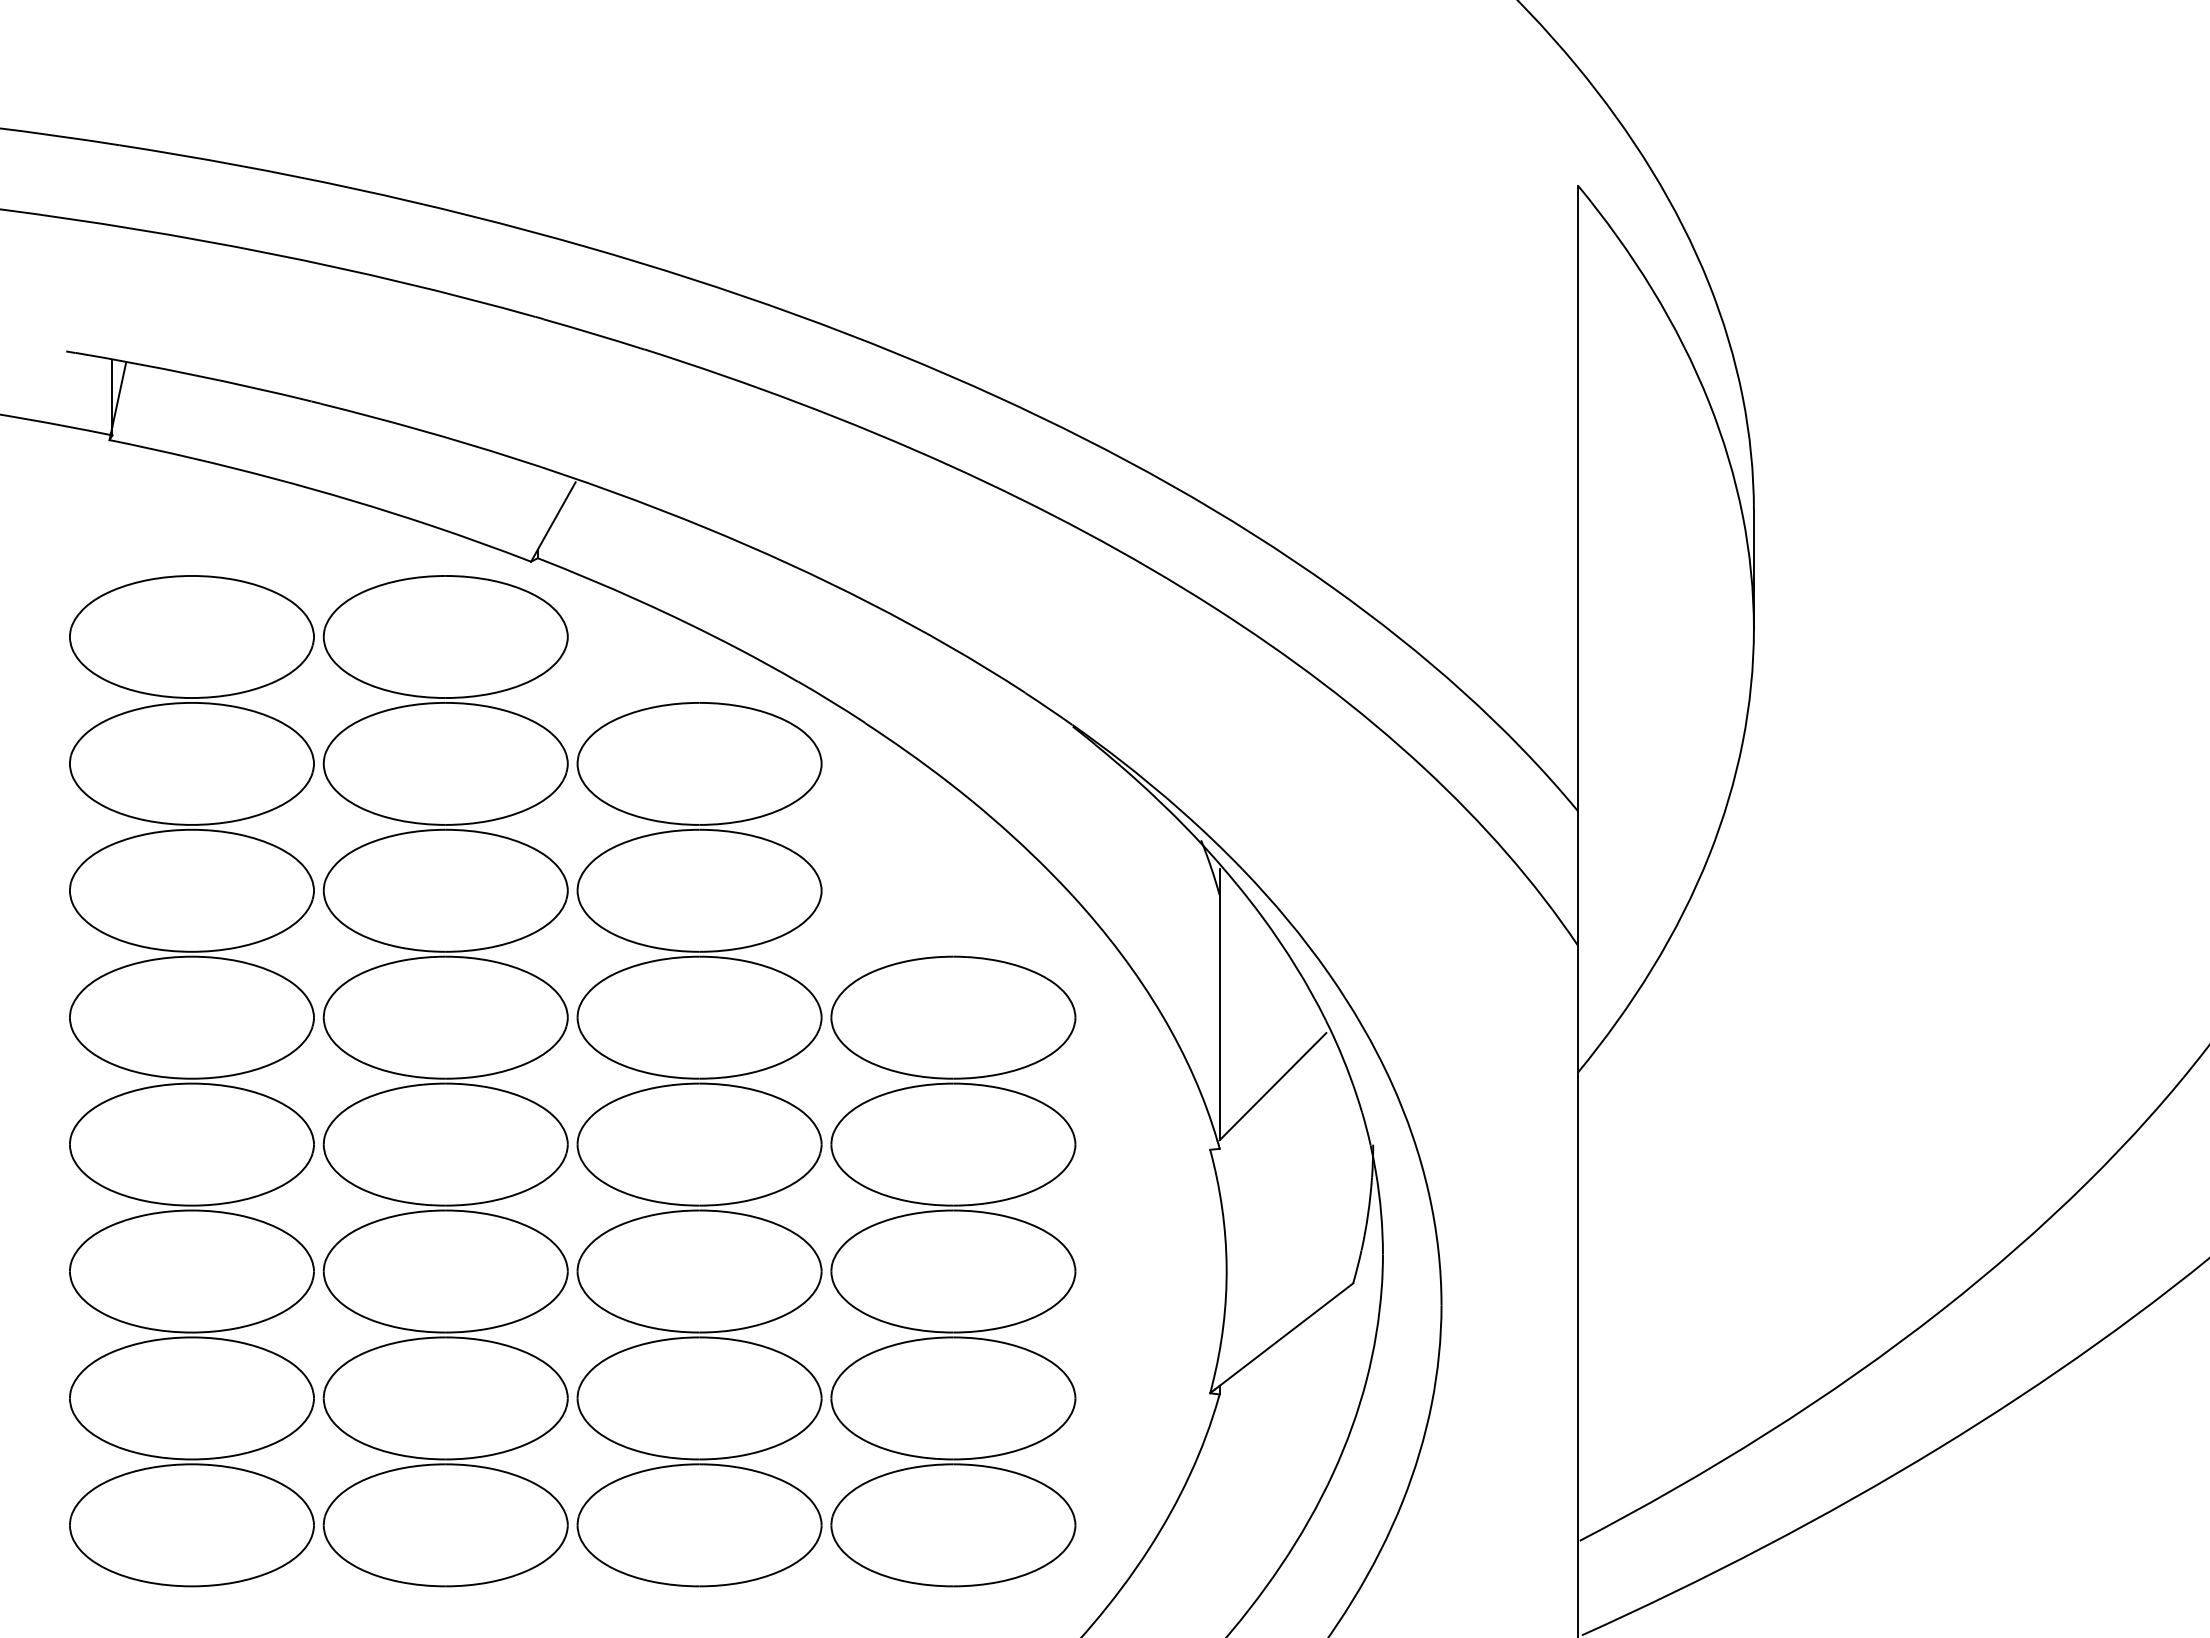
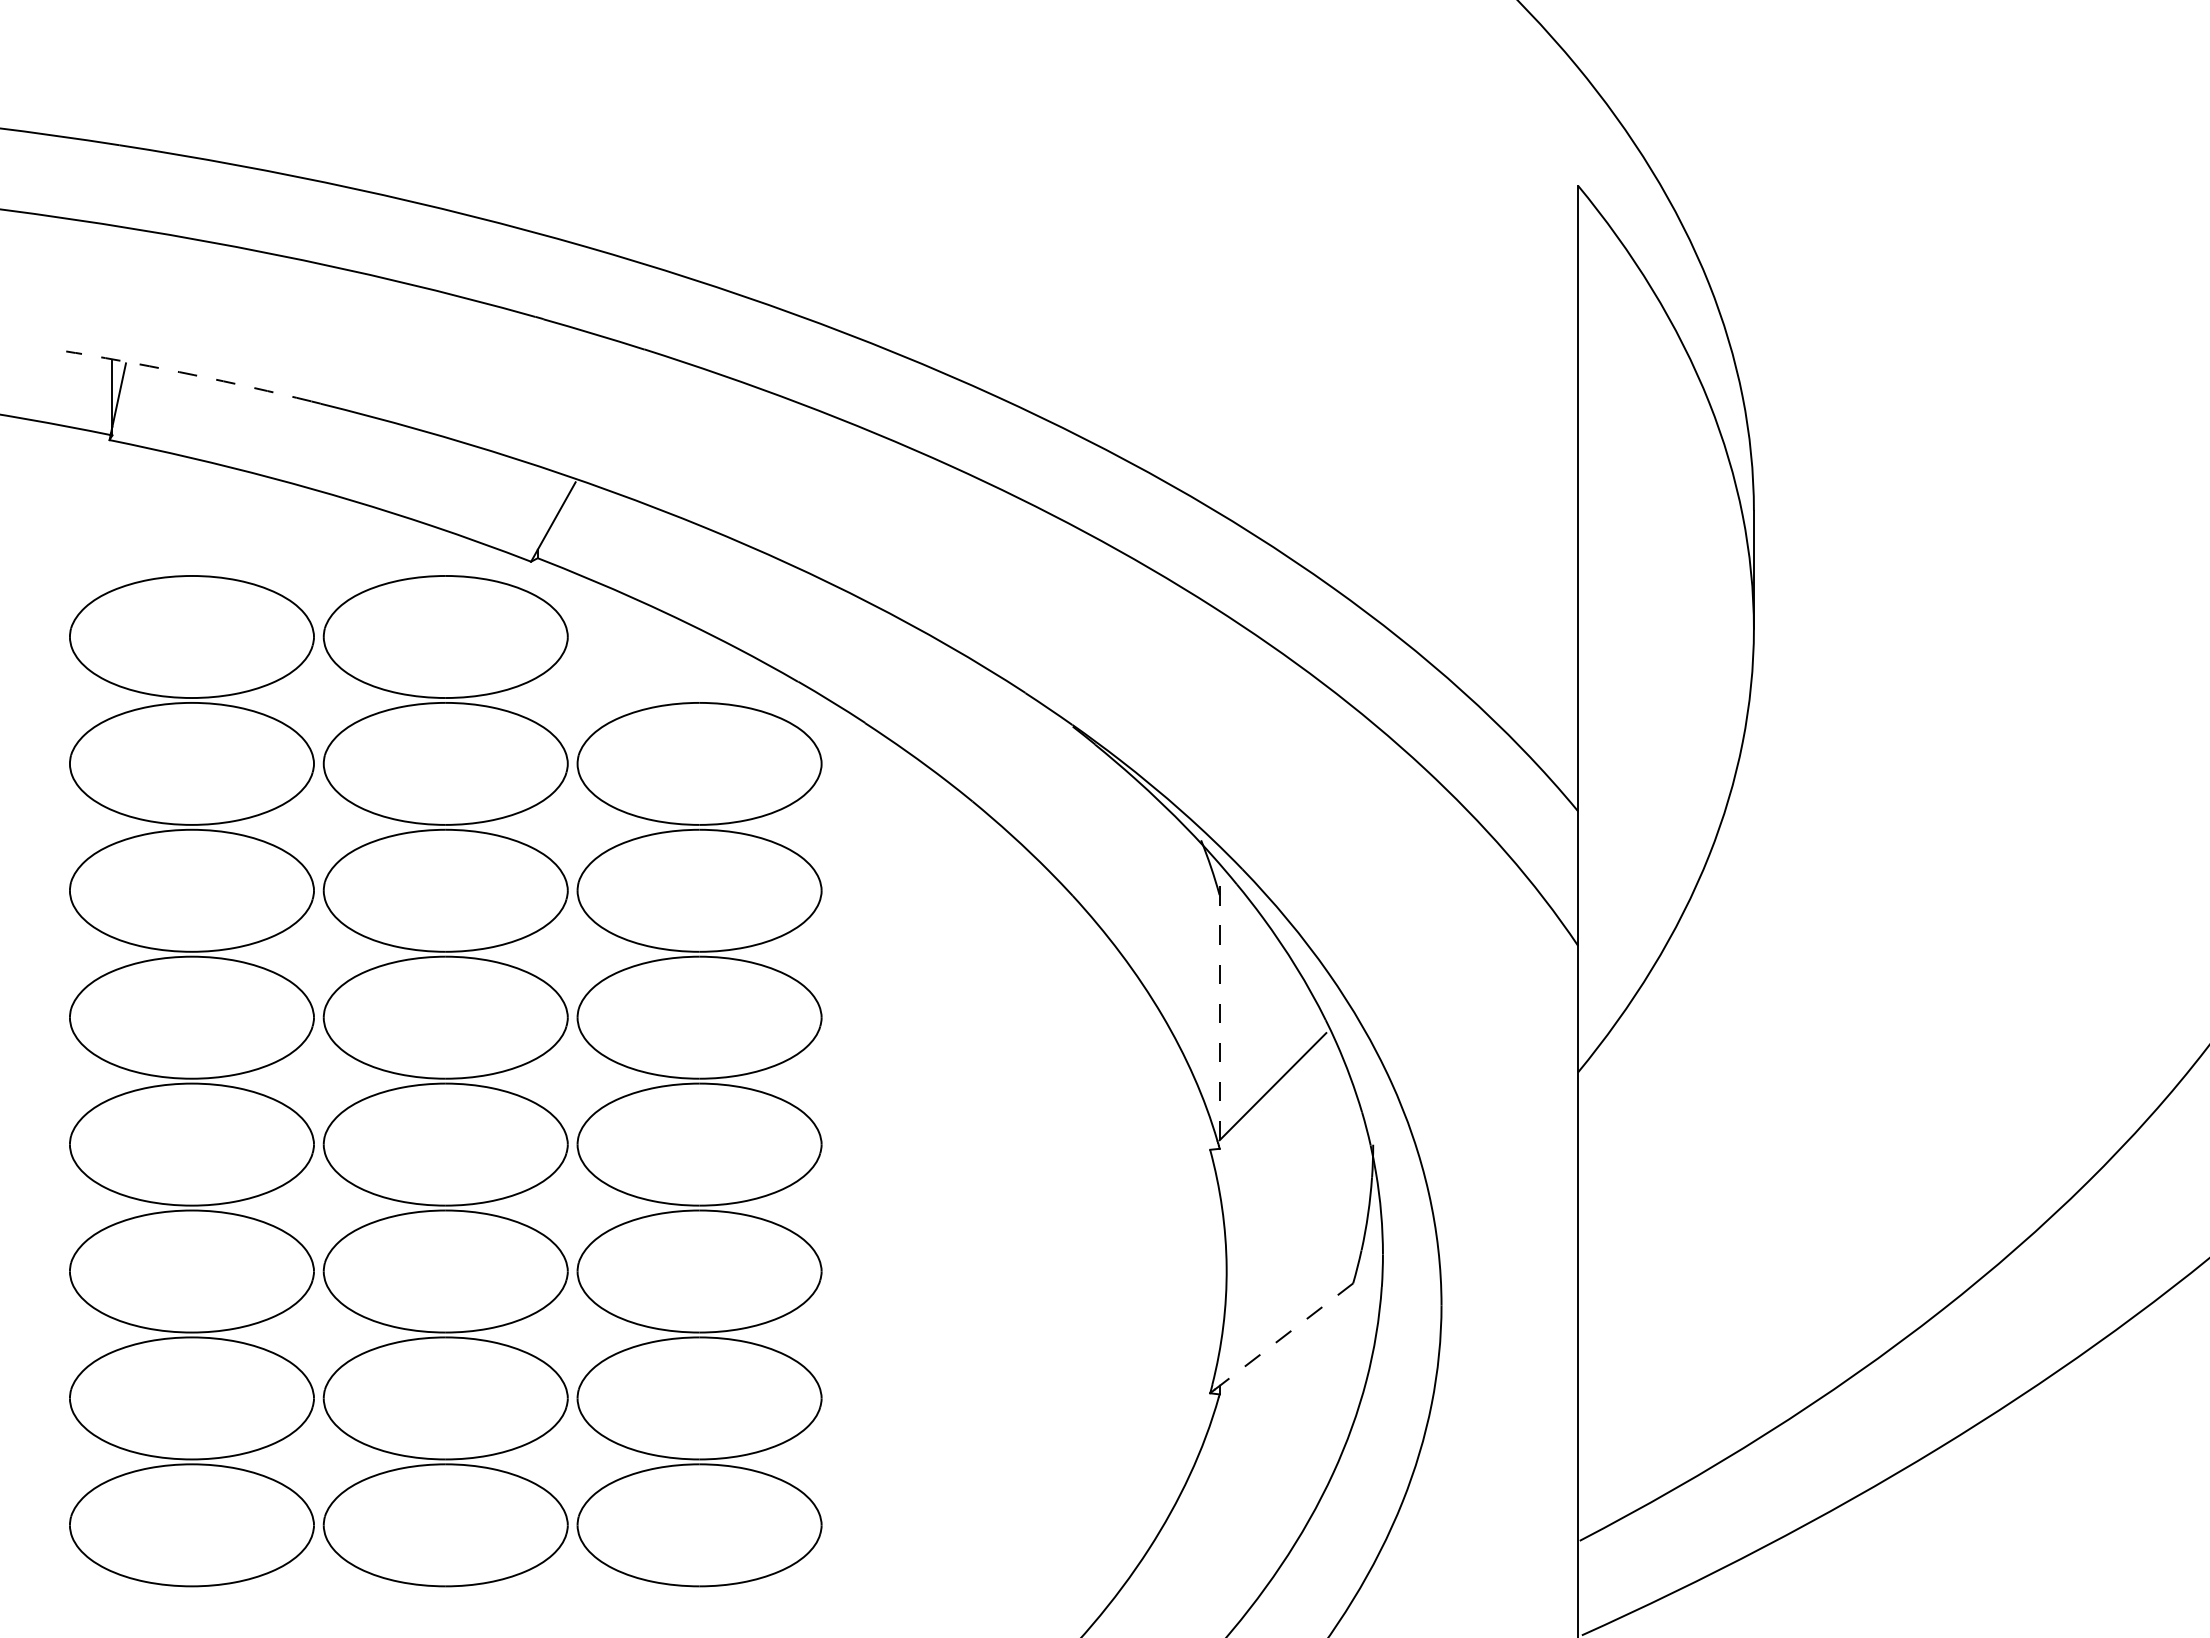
arc at (194, 375): solid -> dashed
line at (1219, 1004): solid -> dashed
part at (953, 1271): present -> none
line at (1286, 1334): solid -> dashed
